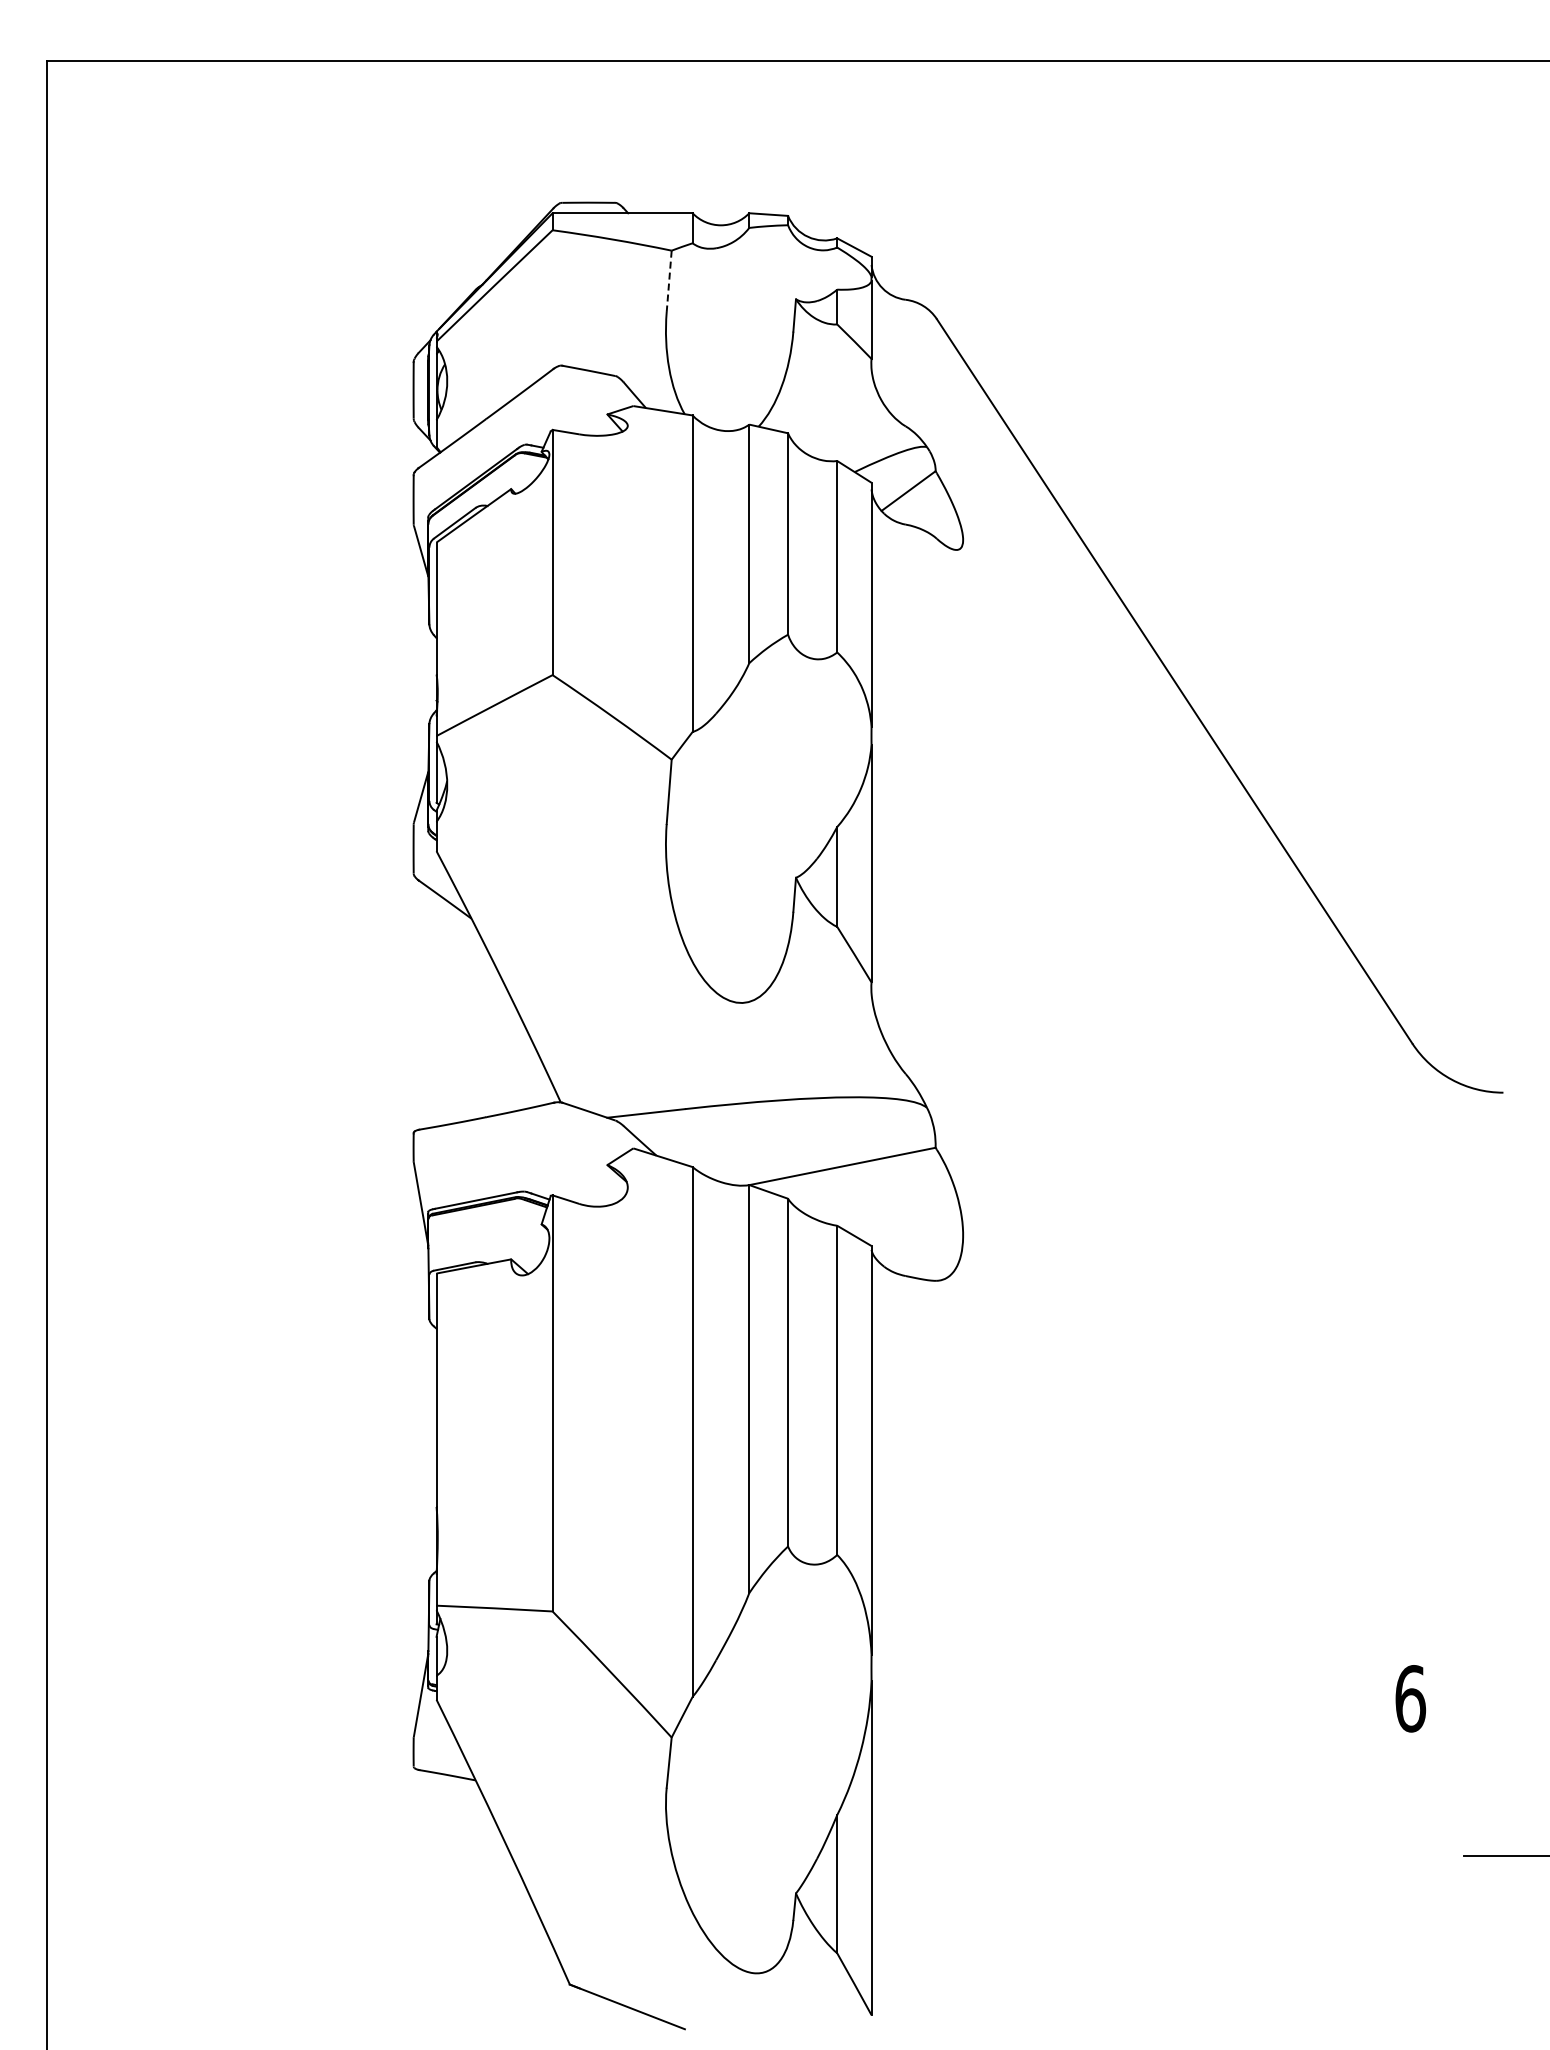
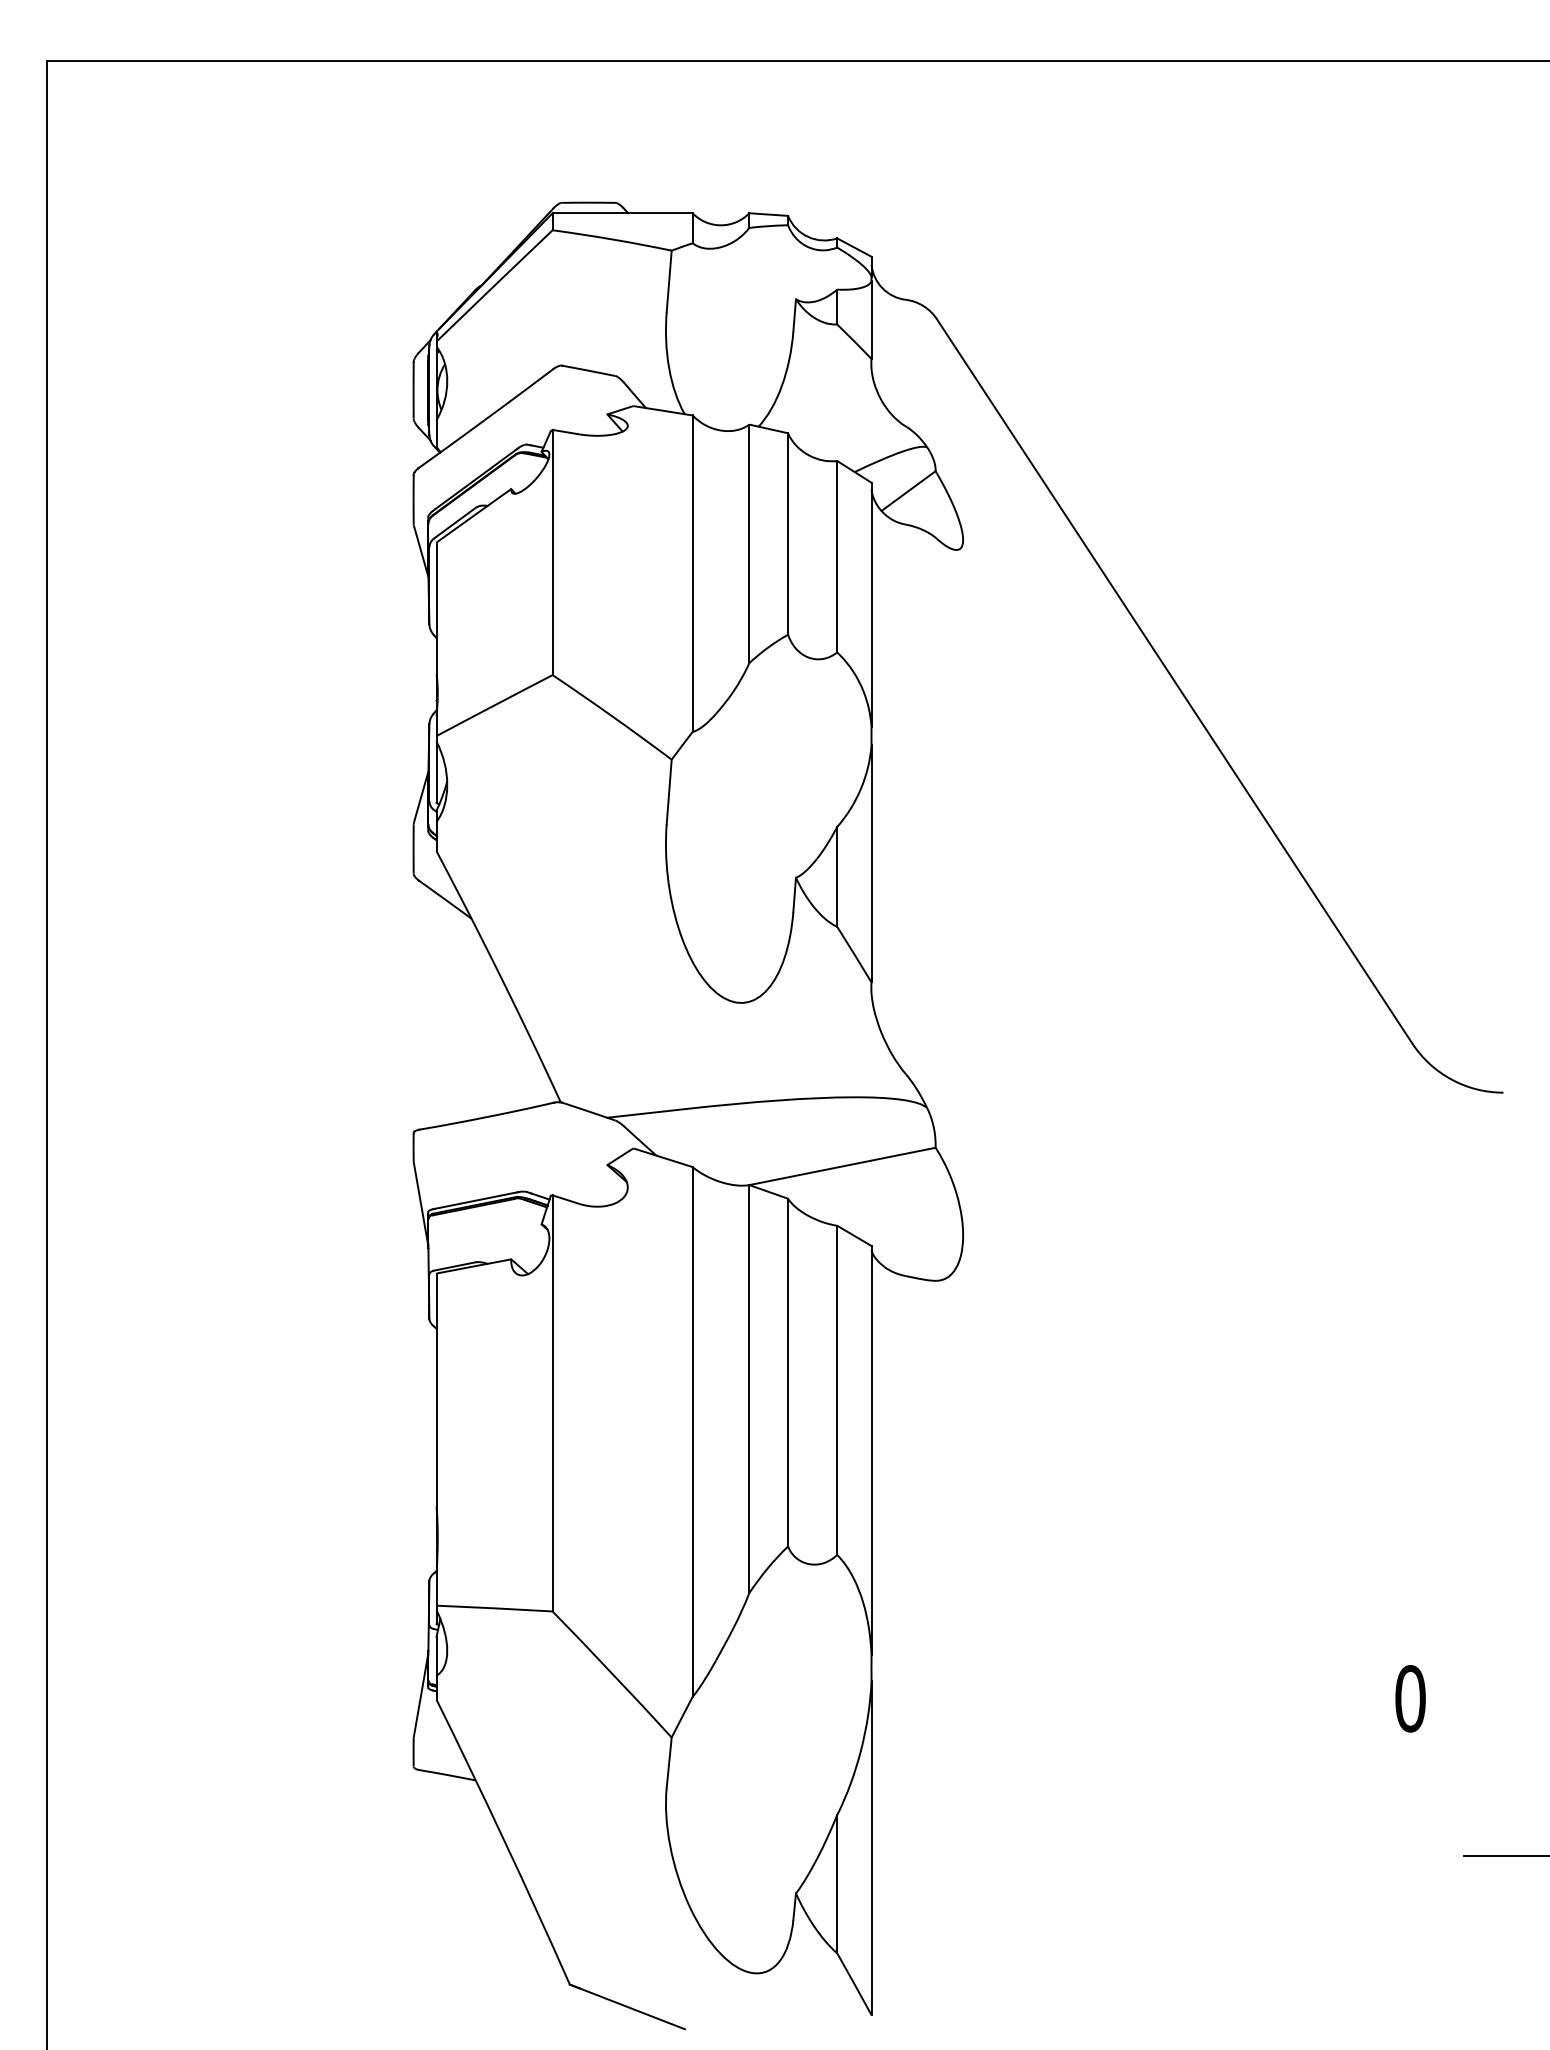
line at (669, 281): dashed -> solid
text at (1410, 1698): 6 -> 0
